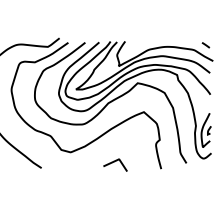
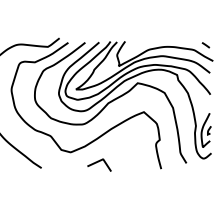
curve at (114, 162) position: (114, 162) -> (98, 162)
